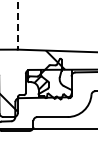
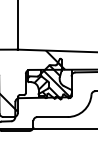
line at (17, 25): dashed -> solid
hatch at (56, 80): none -> present
